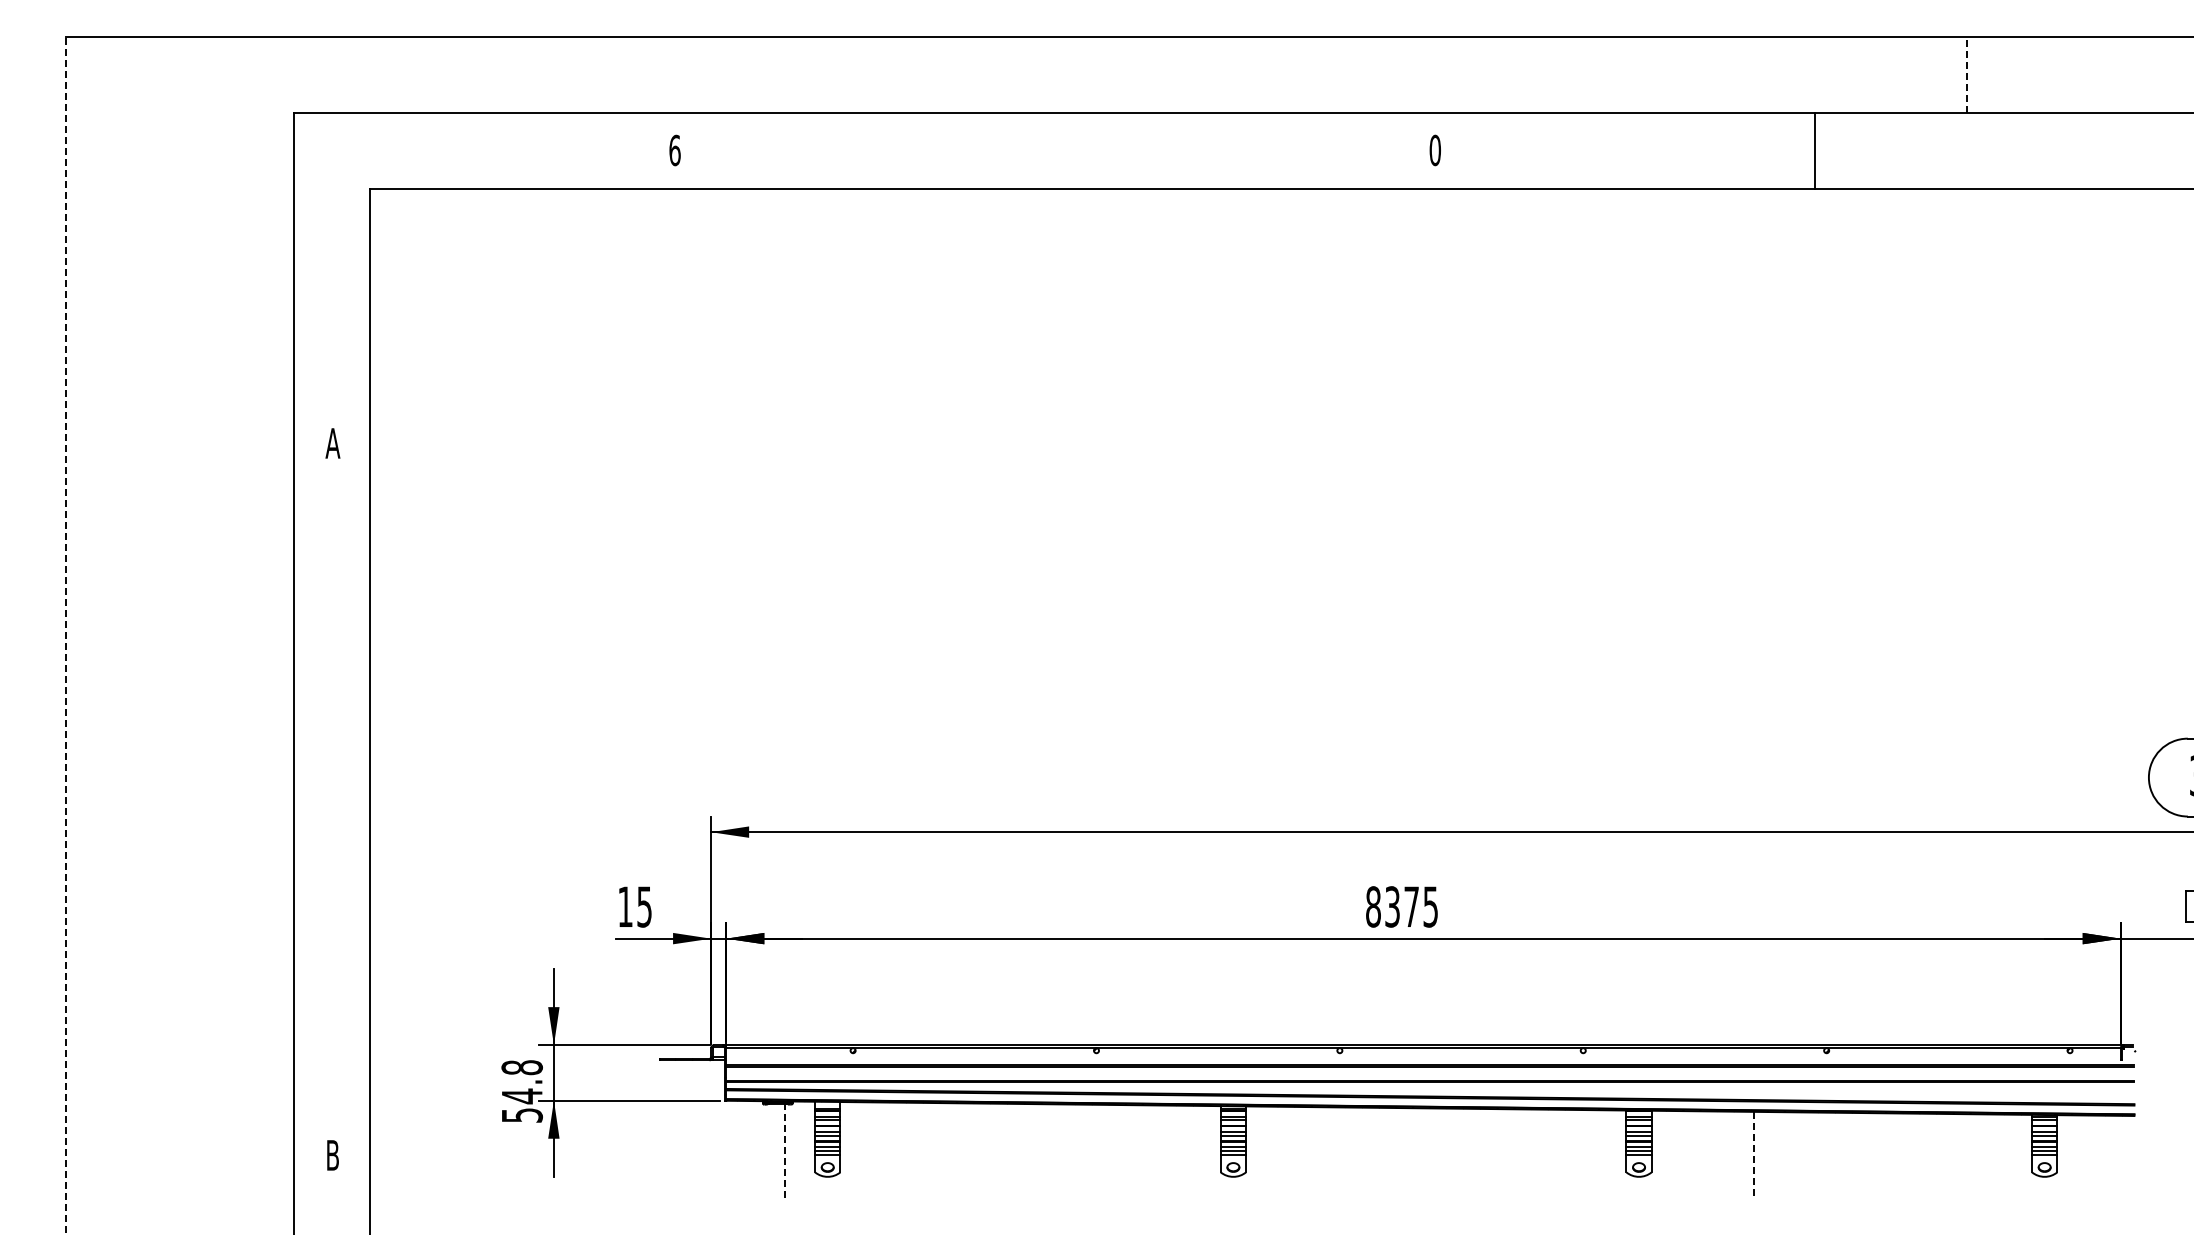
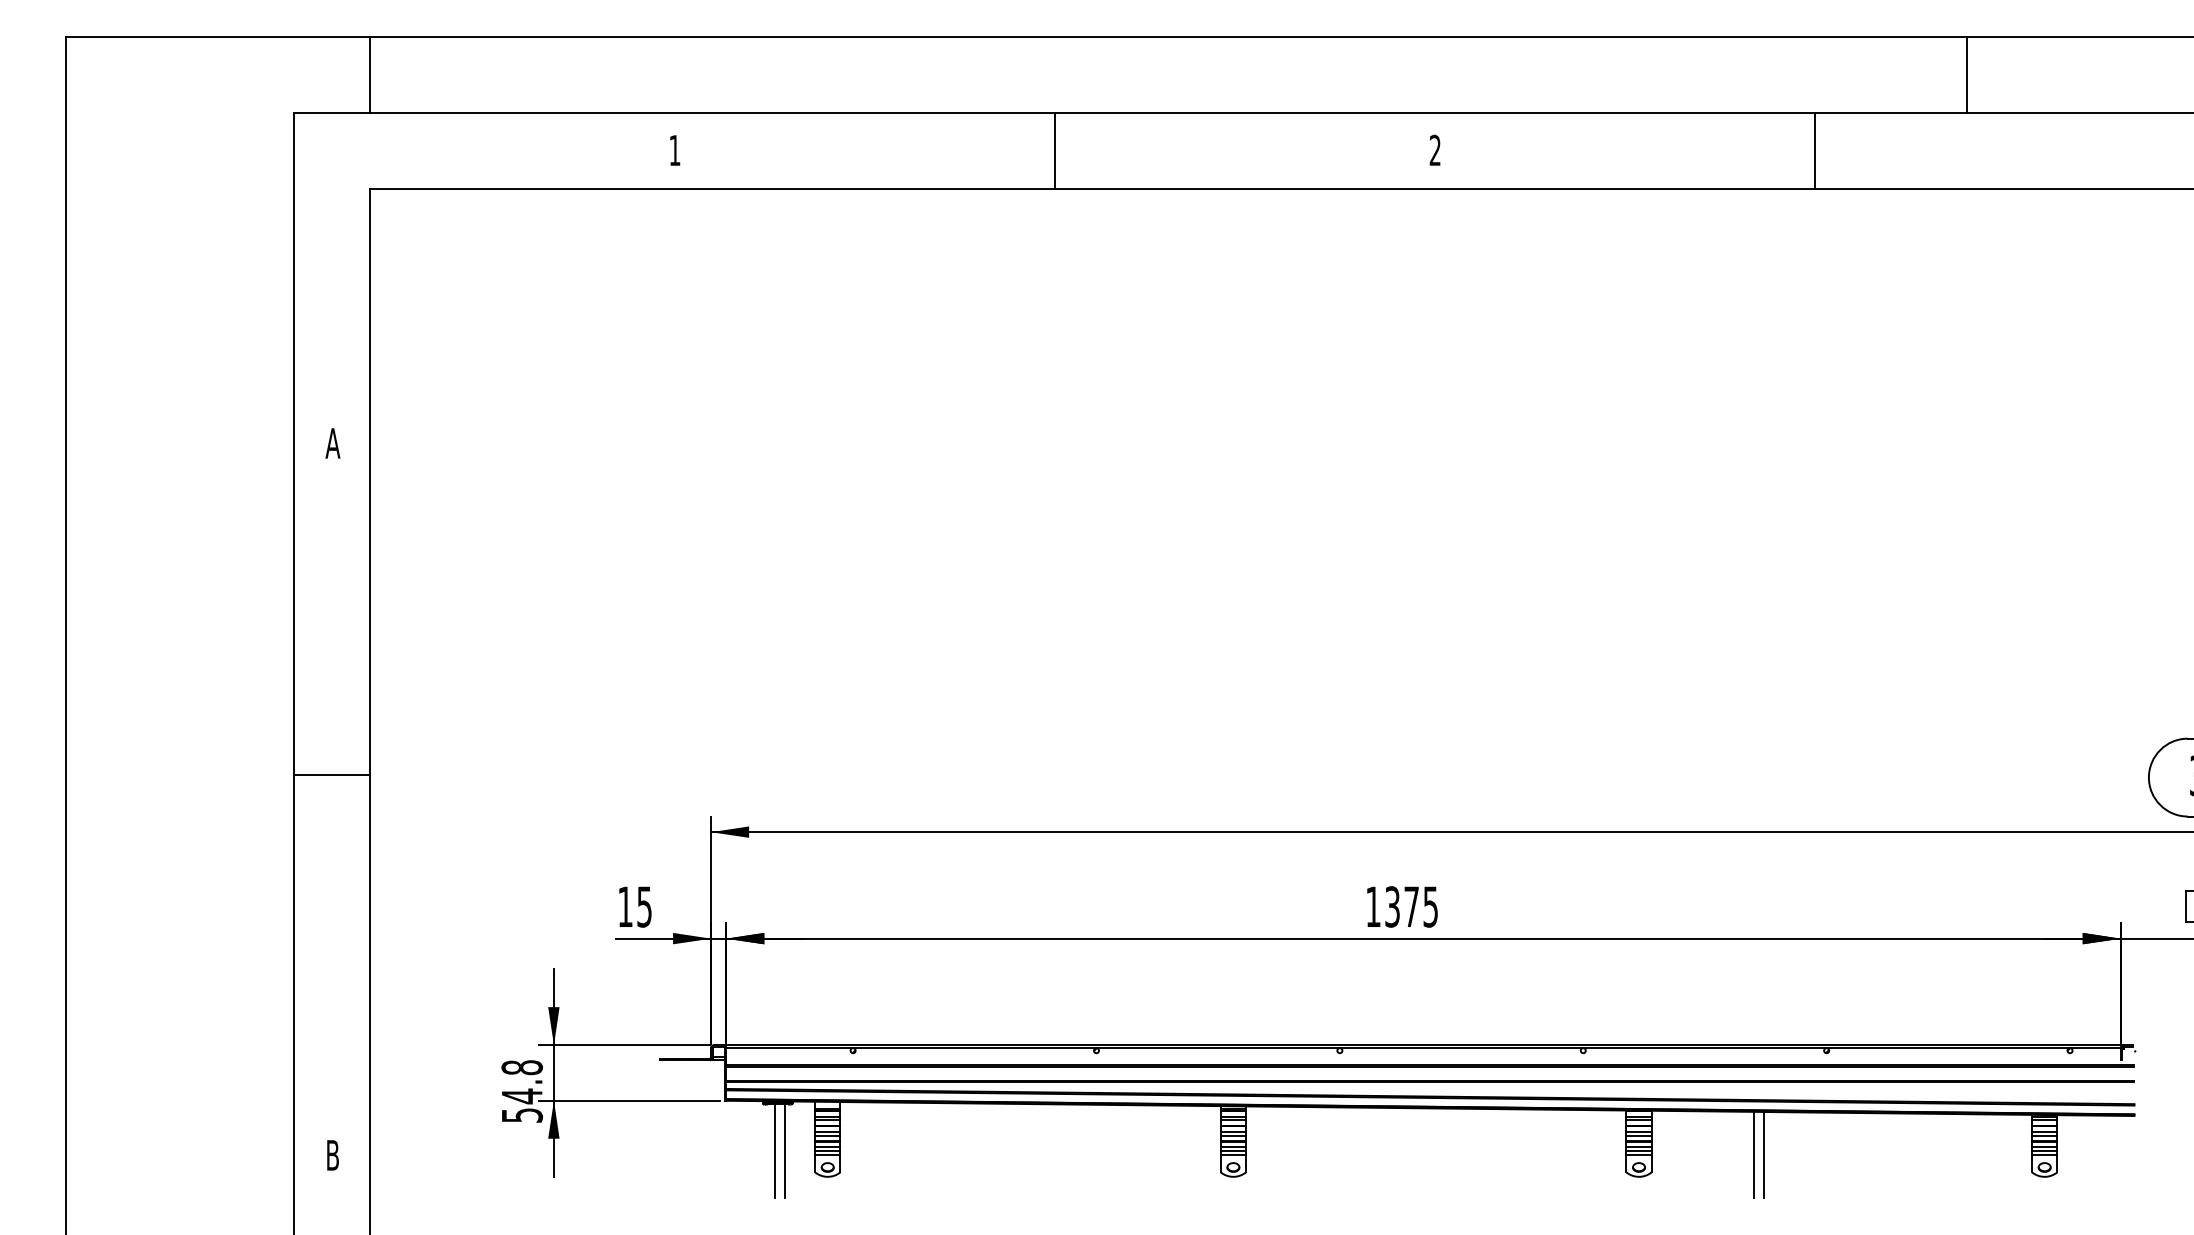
line at (1967, 74): dashed -> solid
line at (370, 75): none -> present
text at (674, 150): 6 -> 1
text at (1434, 150): 0 -> 2
line at (1054, 151): none -> present
line at (65, 635): dashed -> solid
line at (331, 775): none -> present
text at (1373, 906): 8375 -> 1375
line at (775, 1150): none -> present
line at (785, 1151): dashed -> solid
line at (1753, 1154): dashed -> solid
line at (1763, 1154): none -> present
